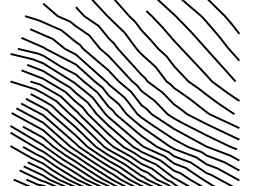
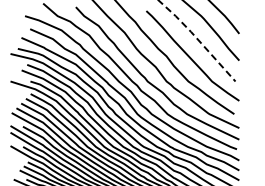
line at (197, 39): solid -> dashed
